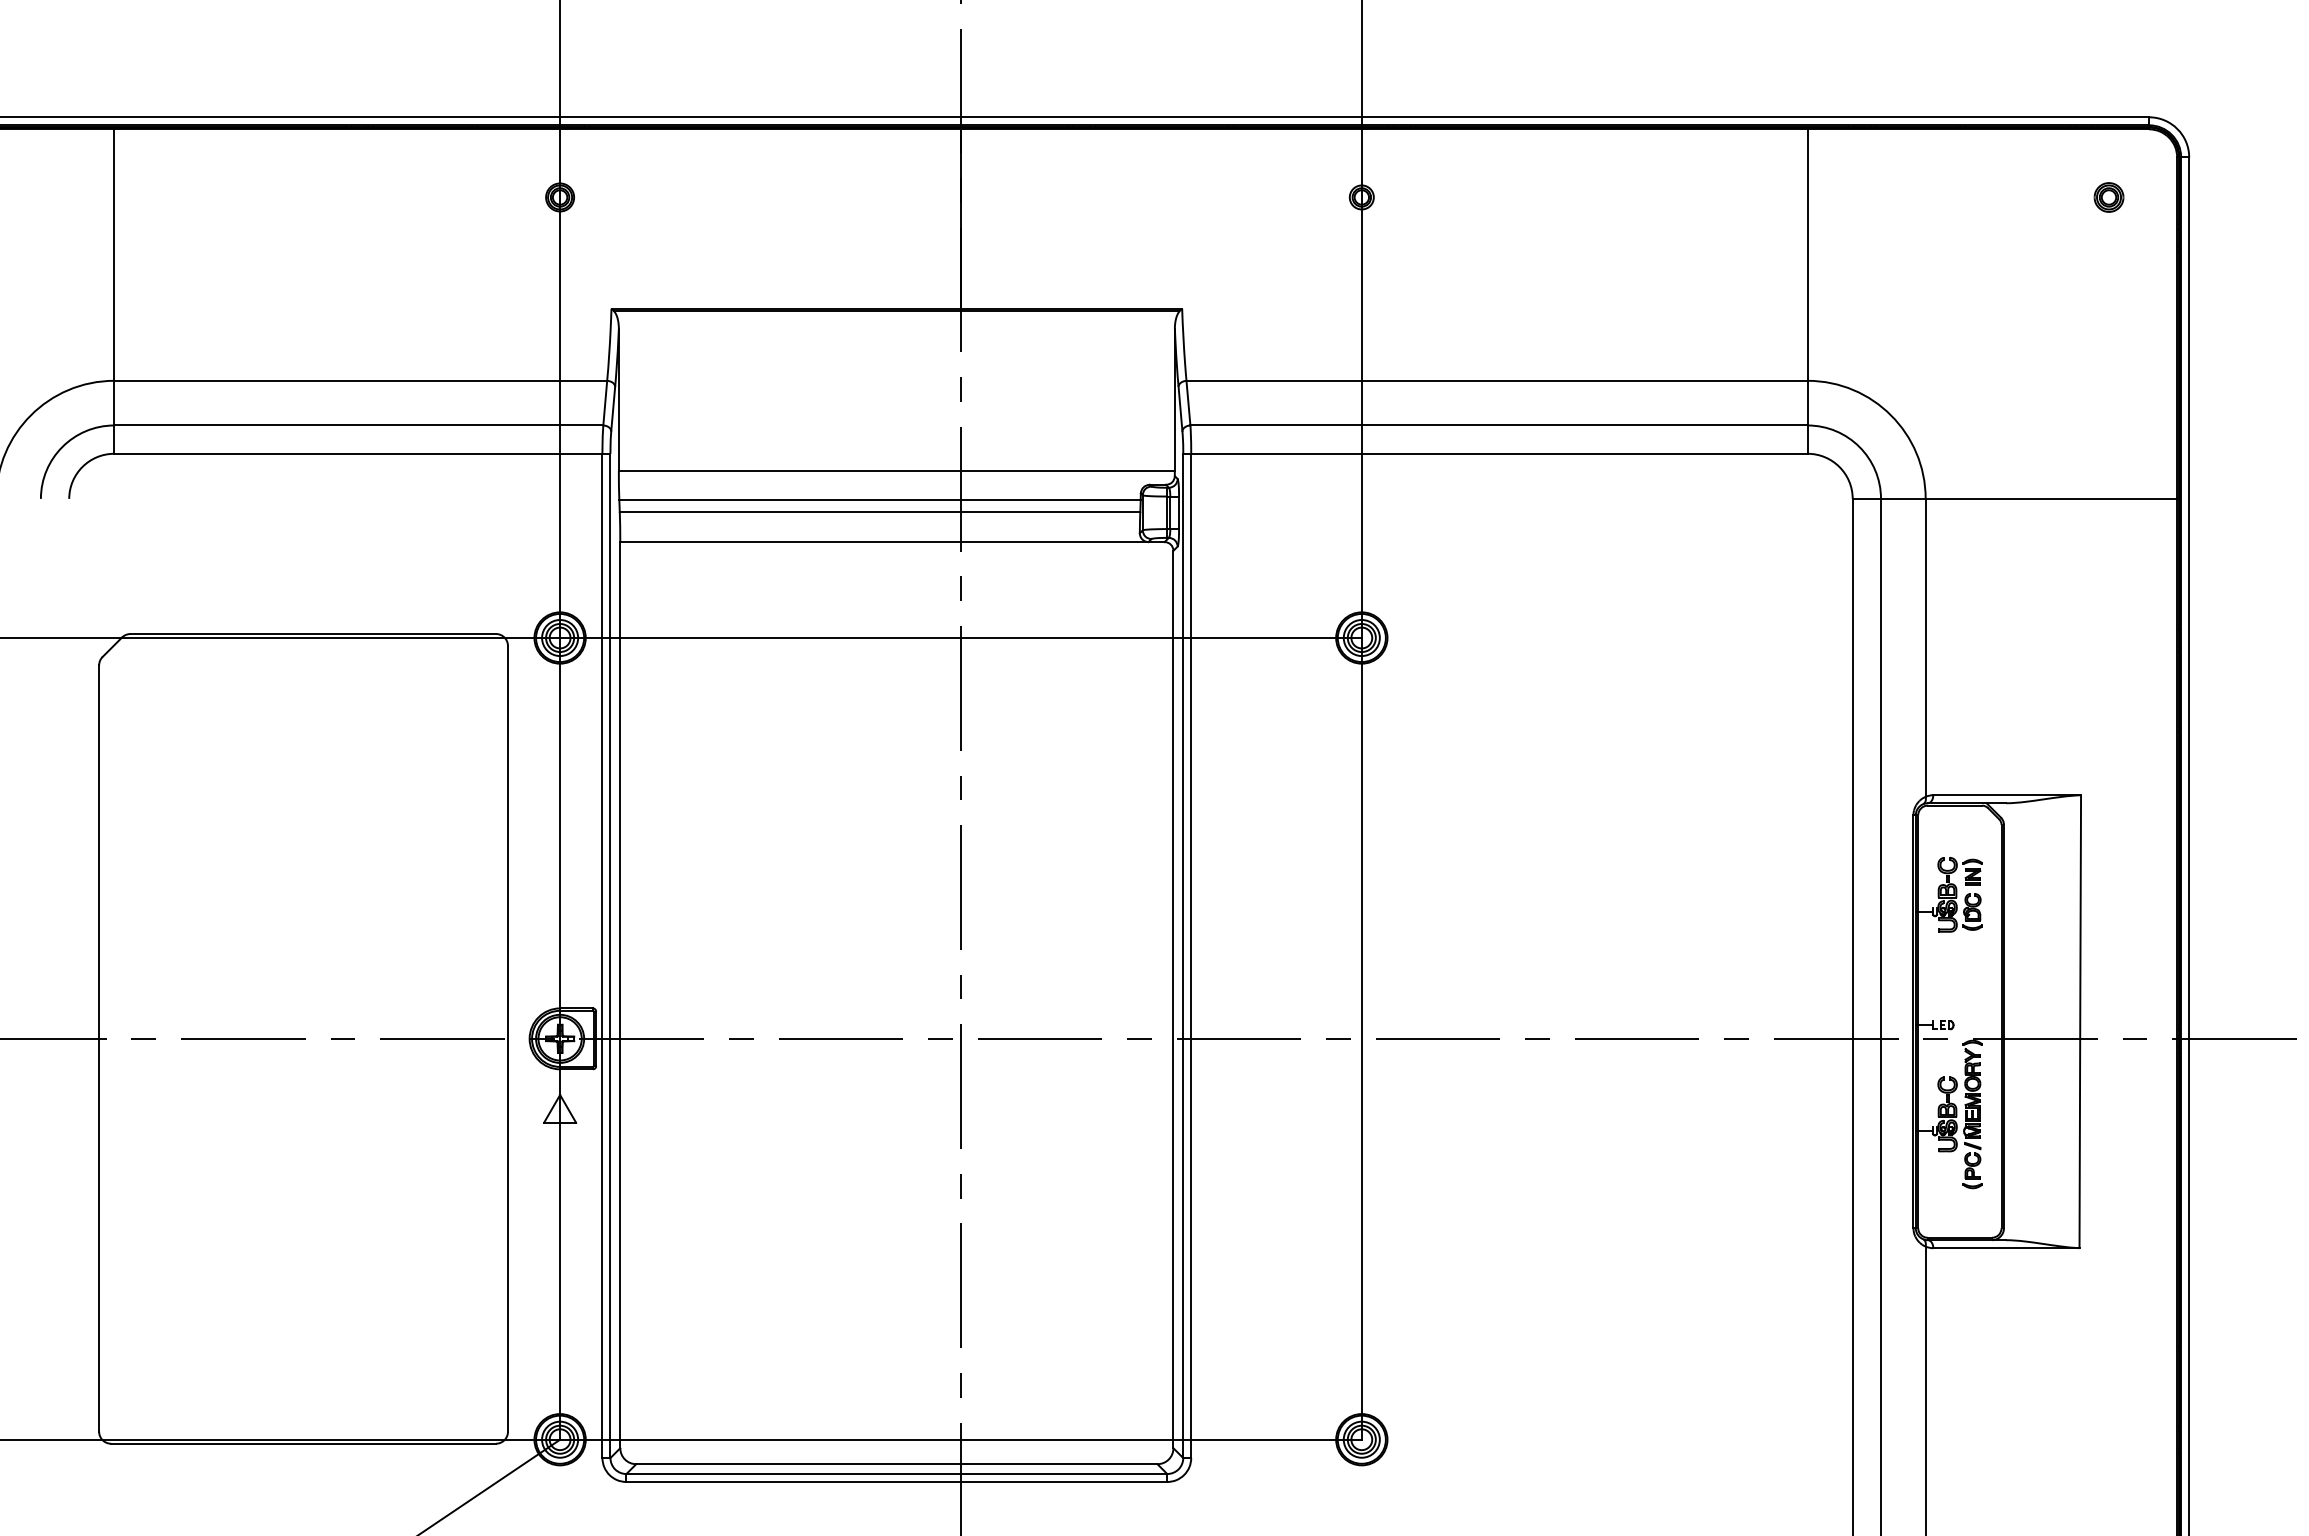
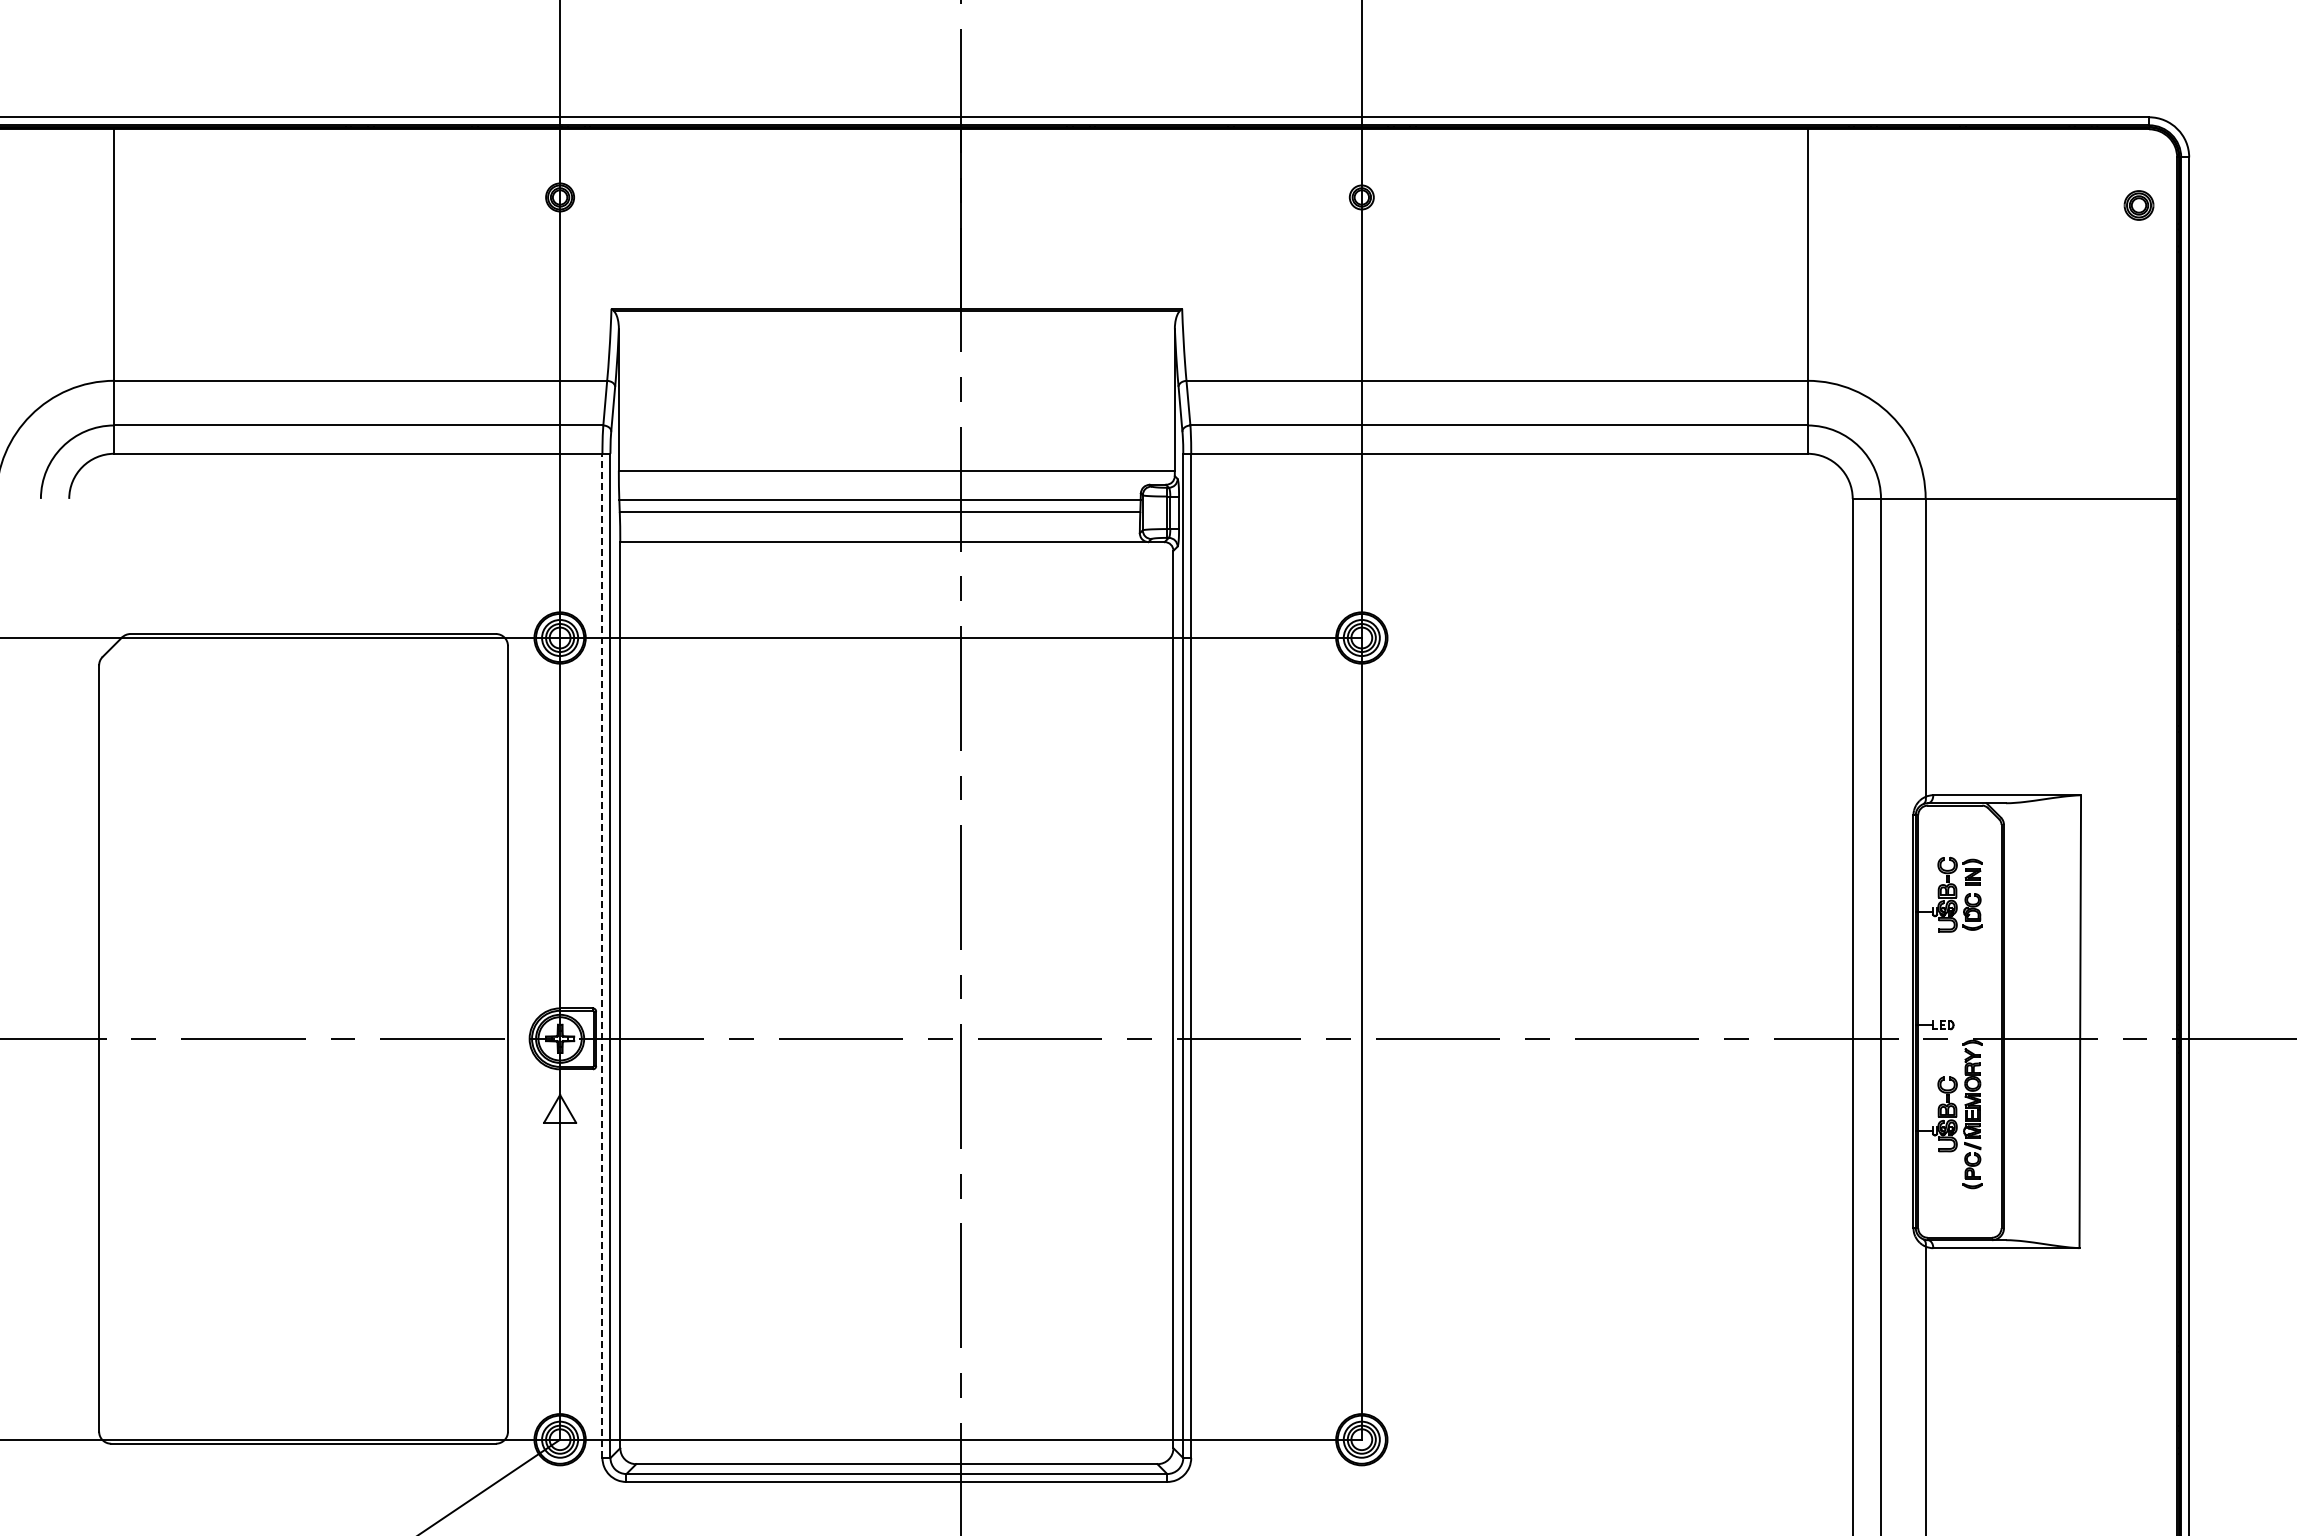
part at (2108, 197) position: (2108, 197) -> (2138, 205)
line at (602, 955): solid -> dashed
